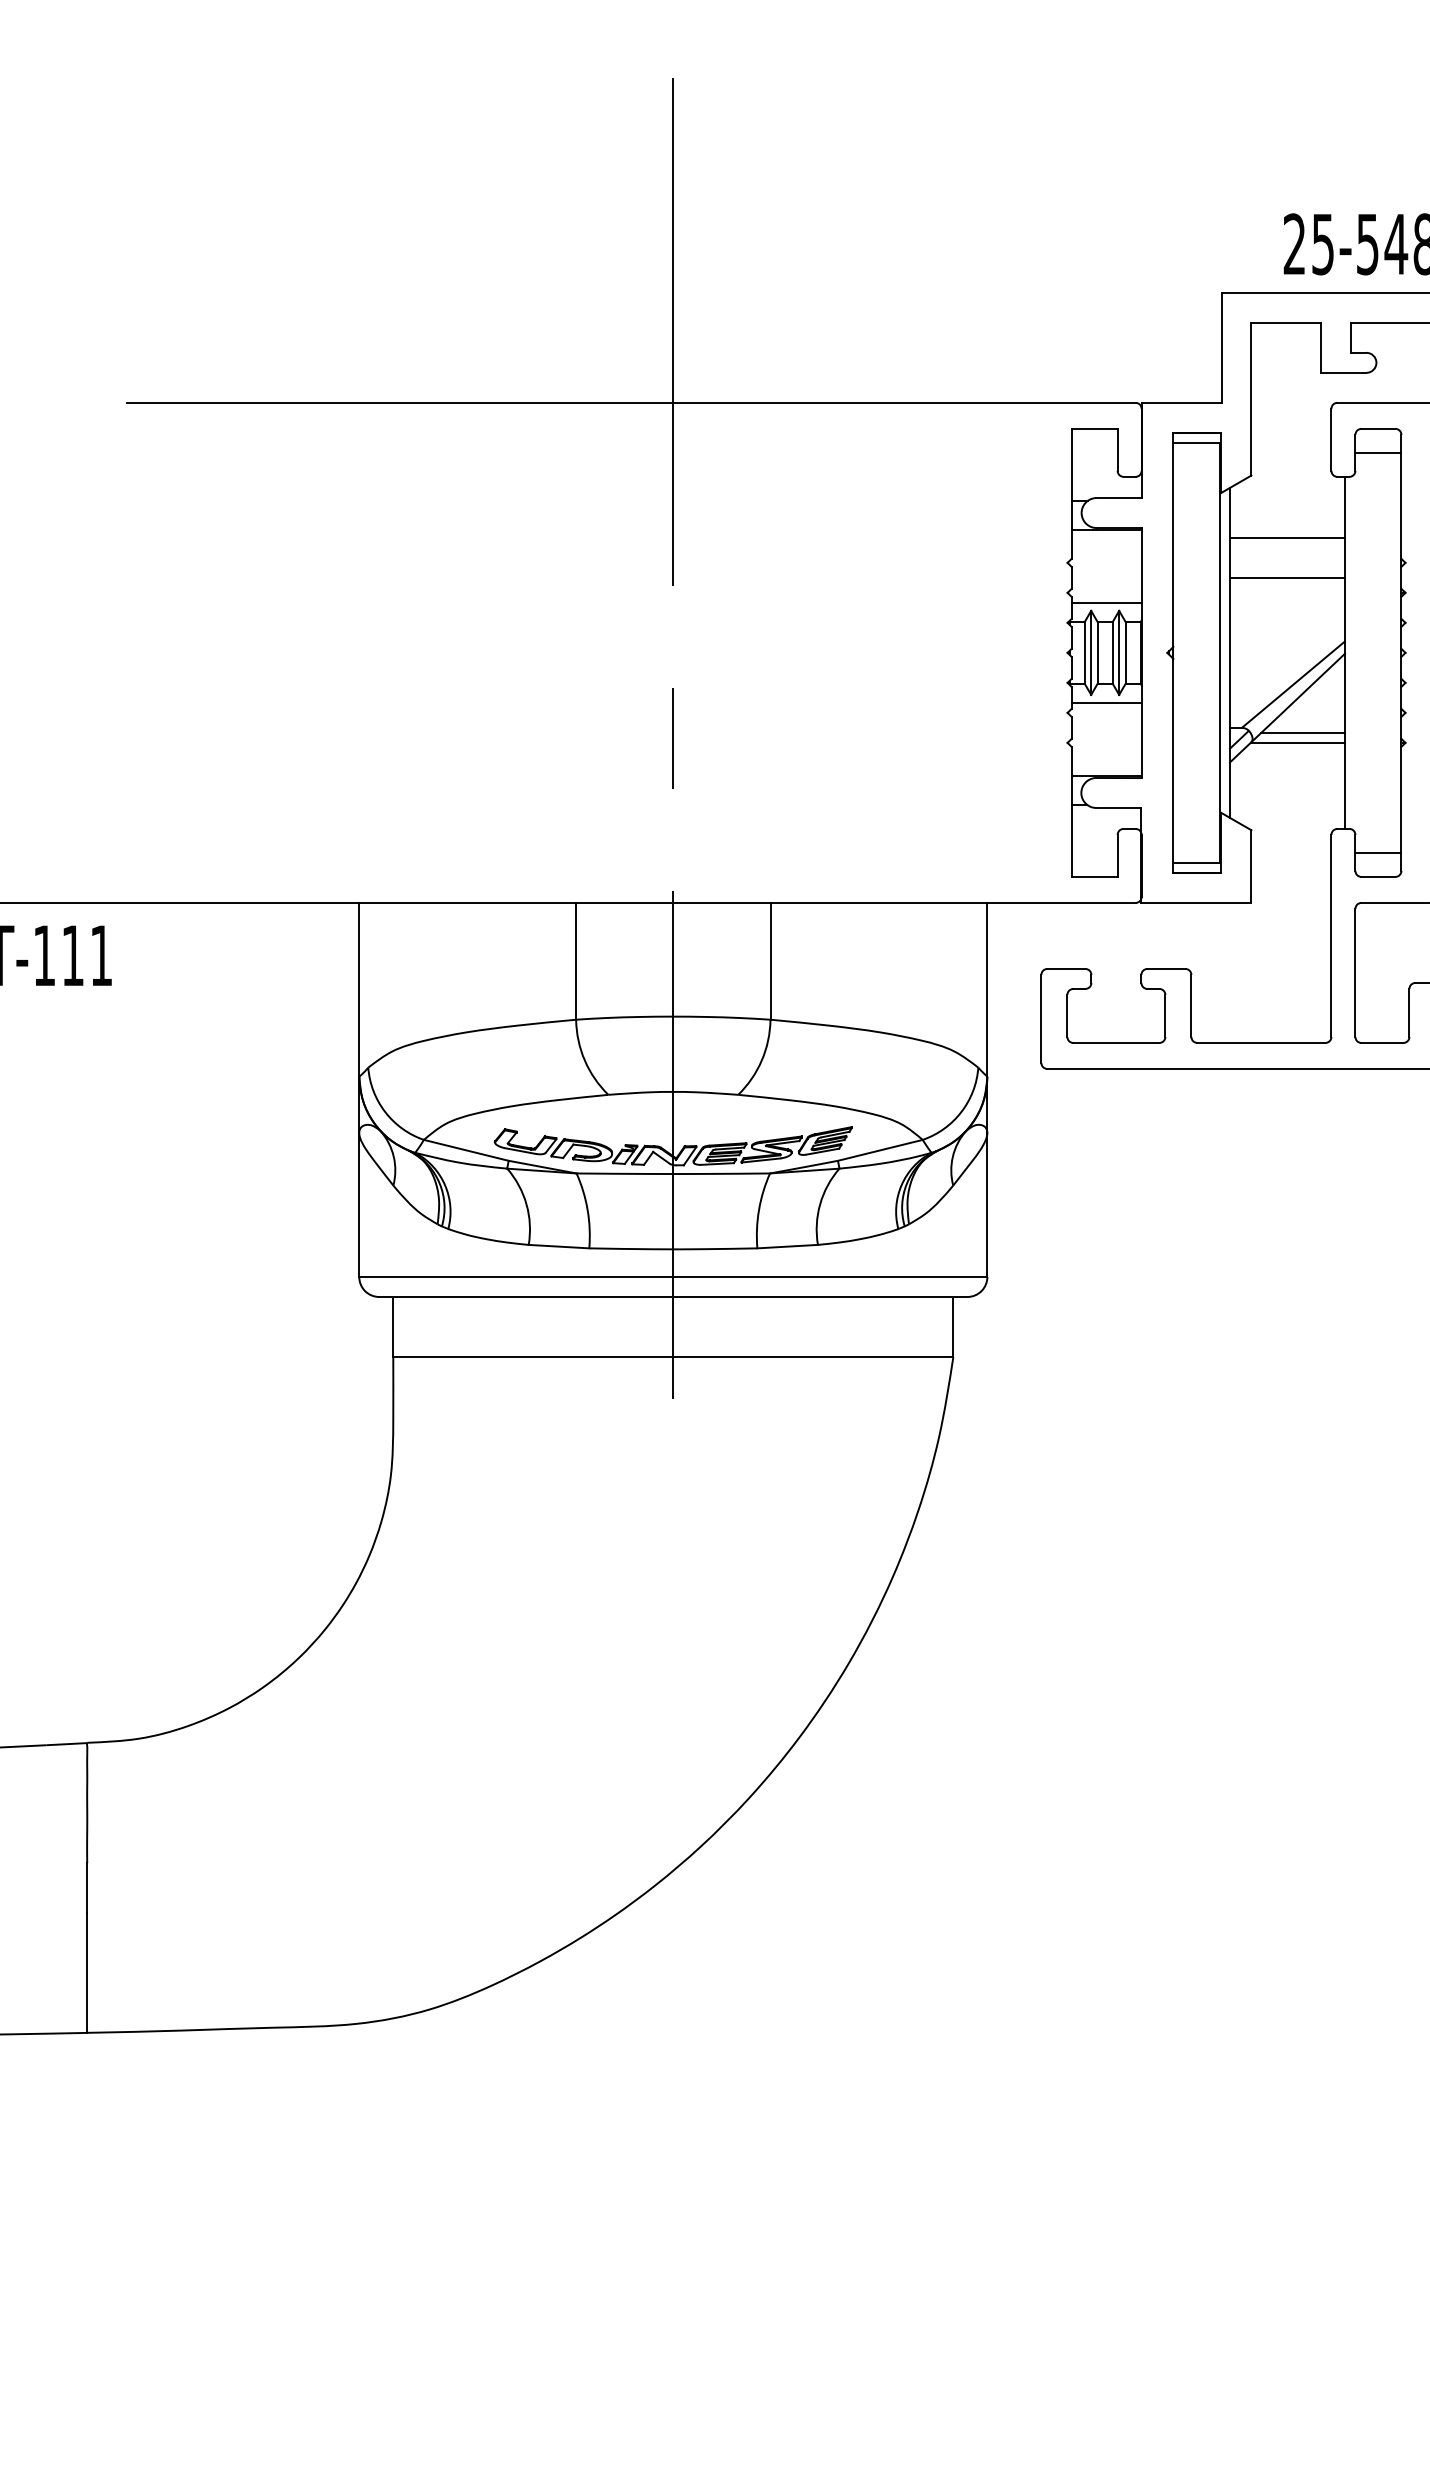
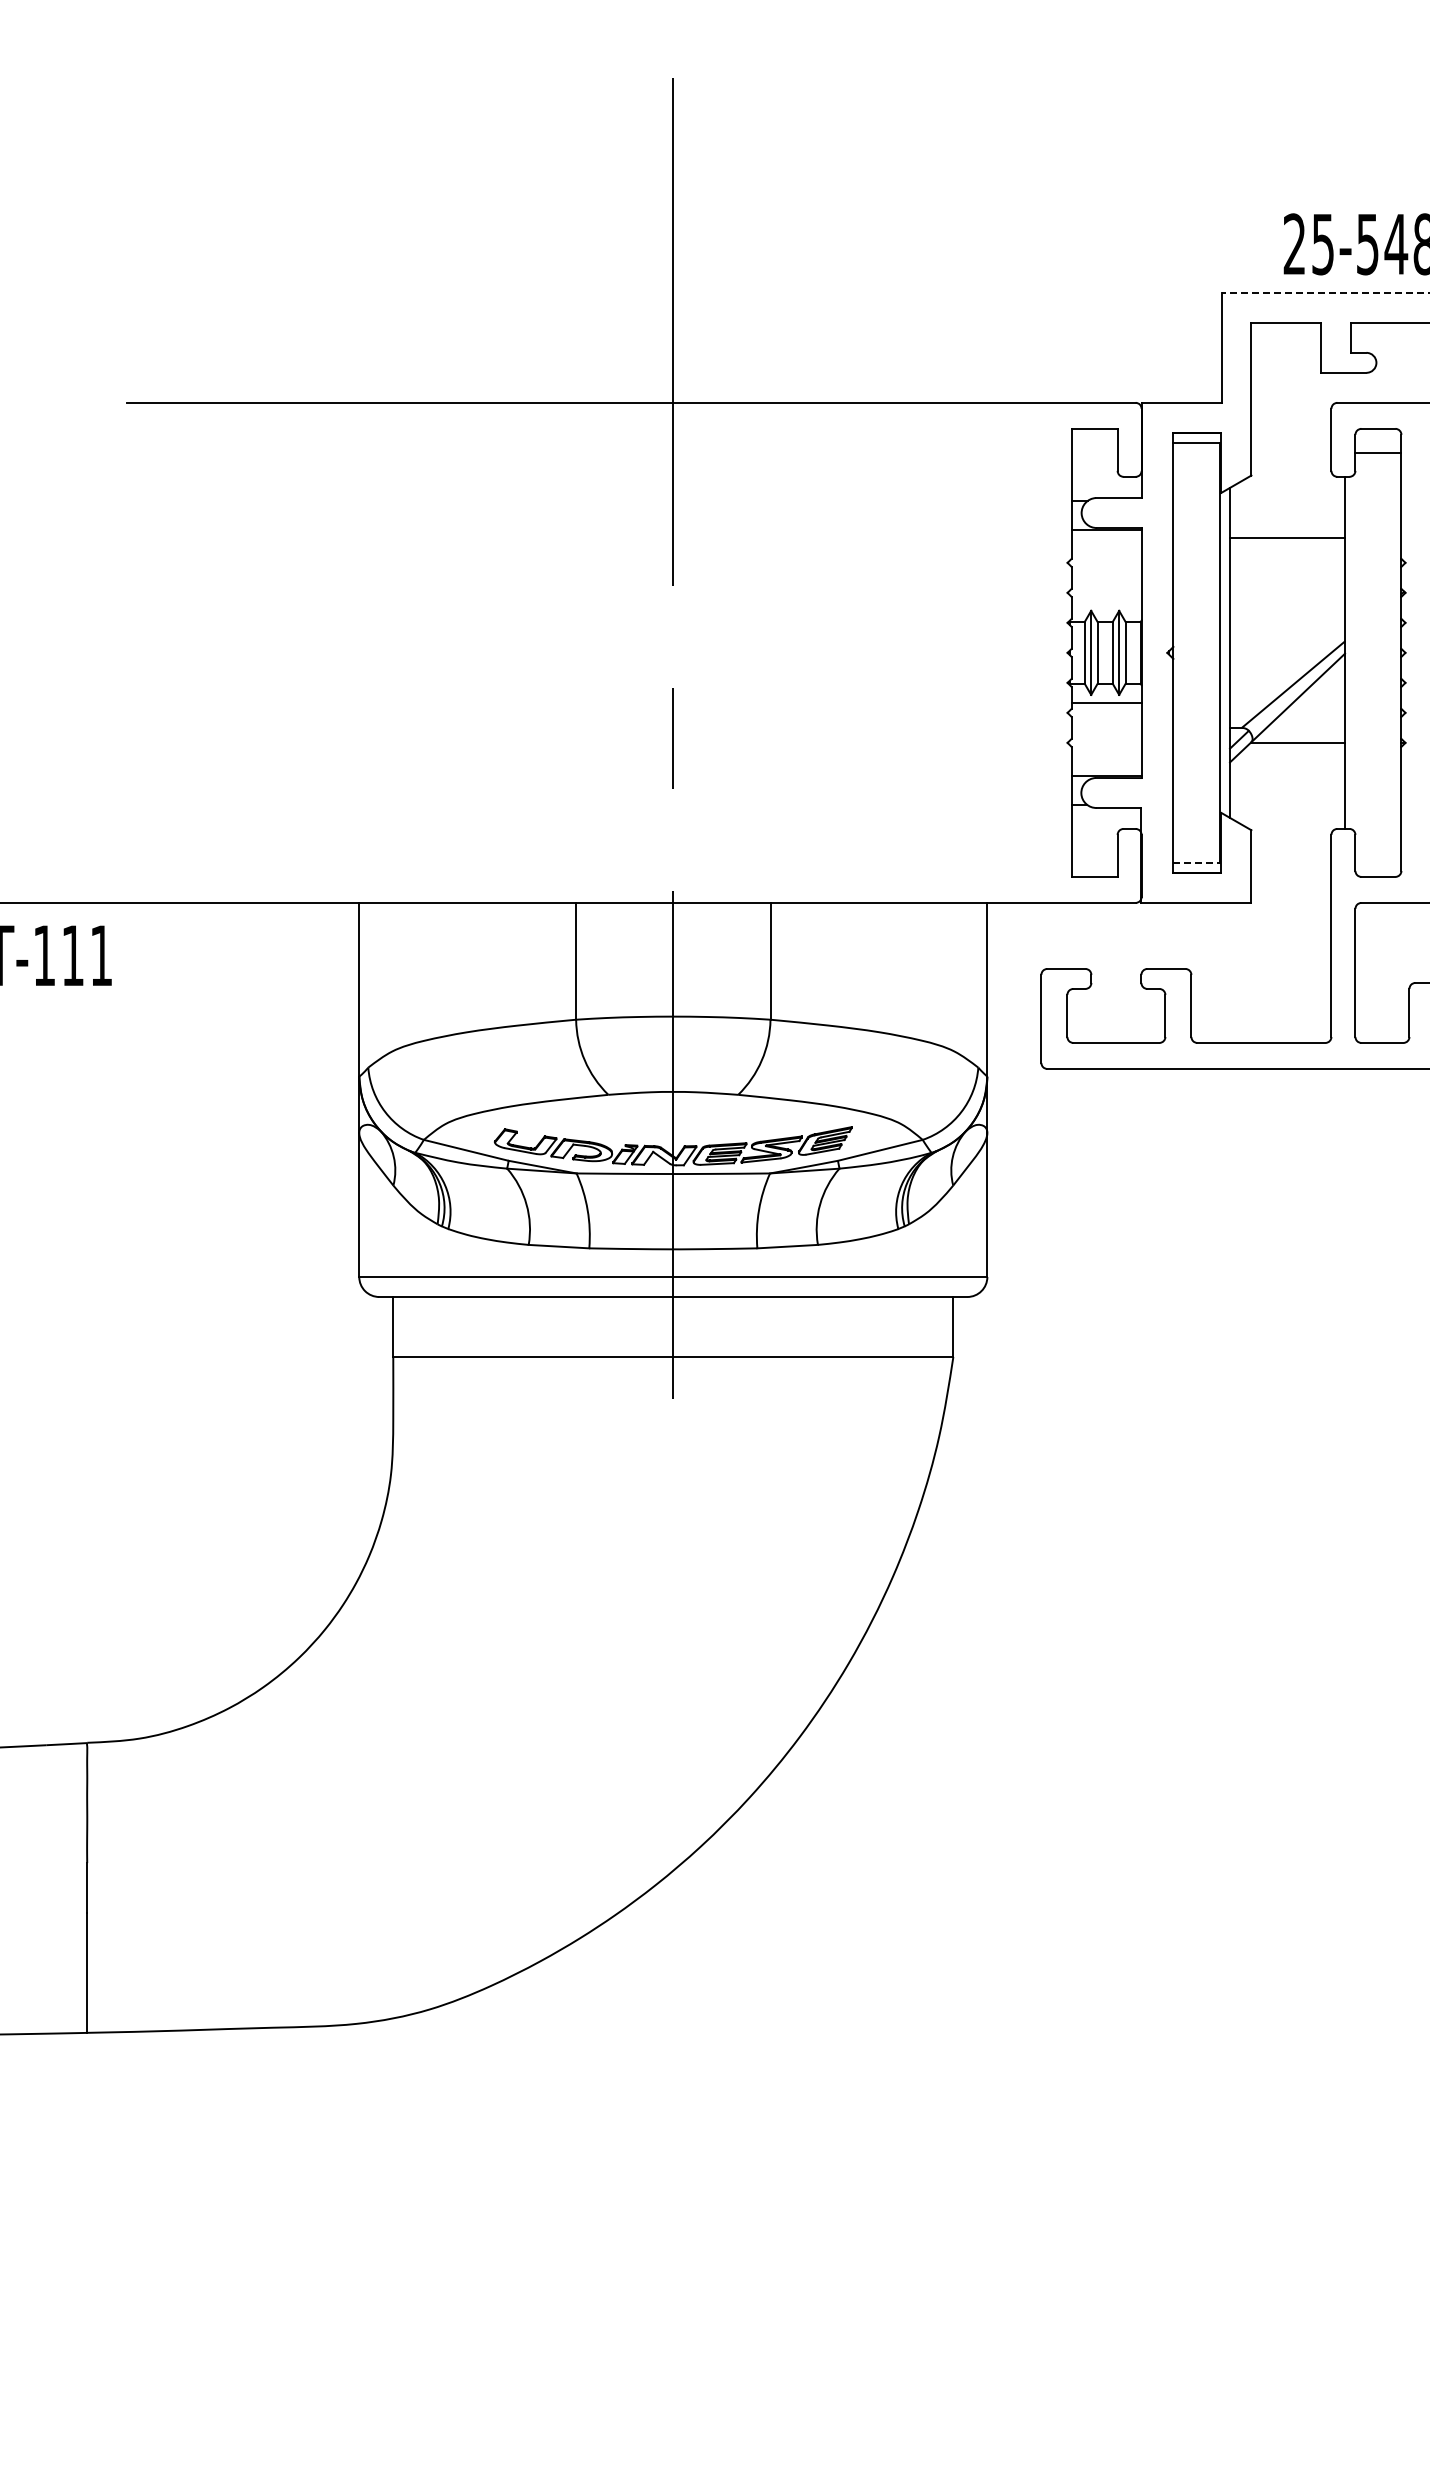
line at (1325, 292): solid -> dashed
line at (1287, 577): present -> none
line at (1106, 602): present -> none
line at (1303, 732): present -> none
line at (1378, 852): present -> none
line at (1197, 862): solid -> dashed
